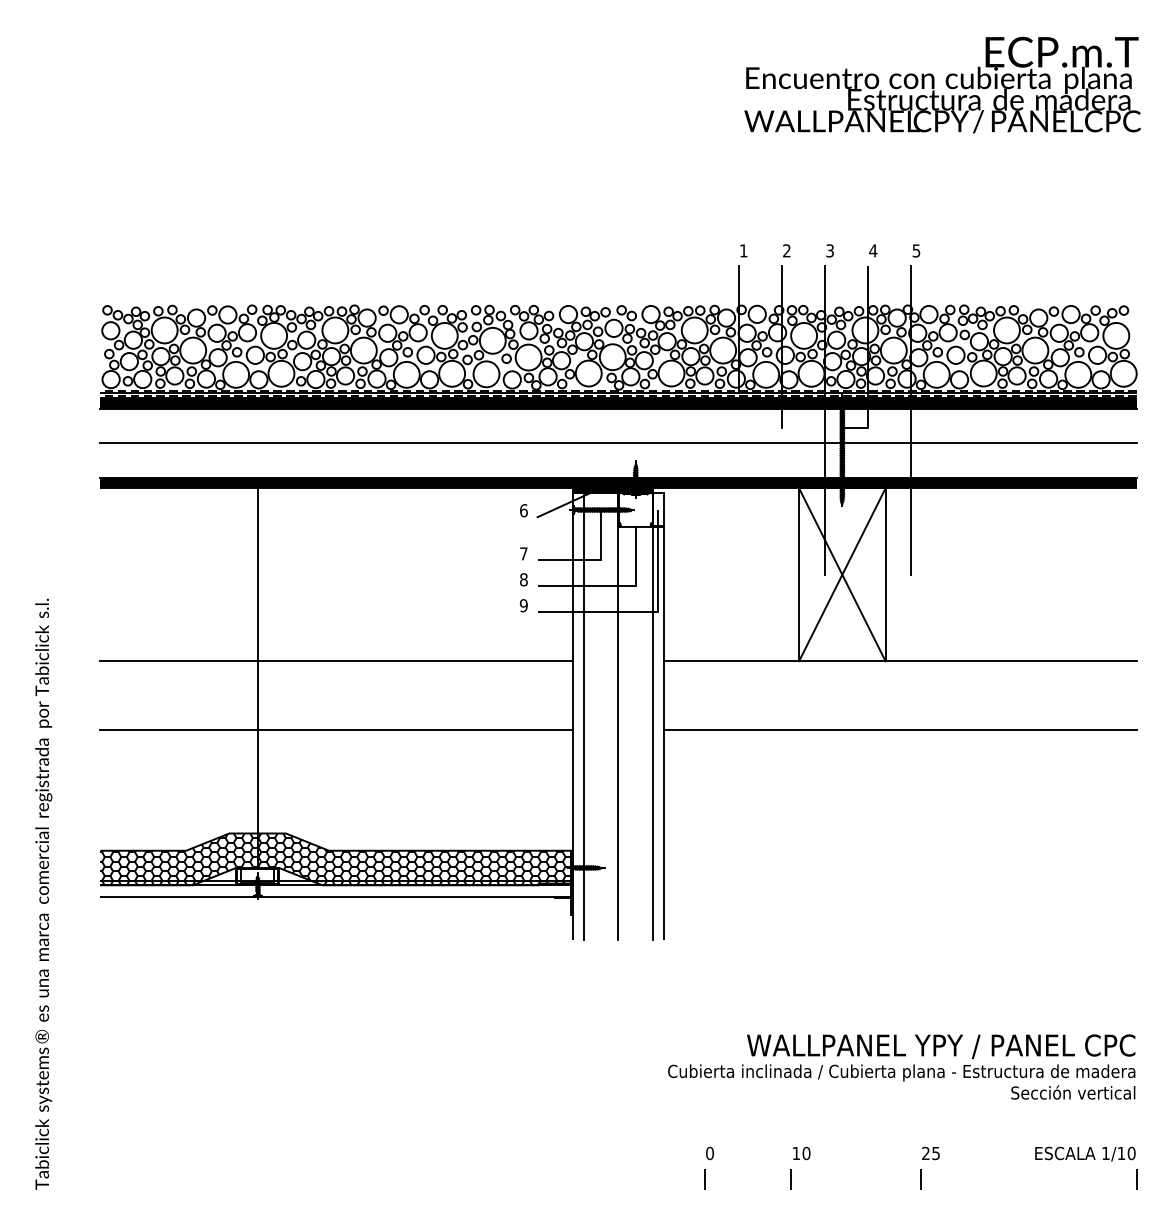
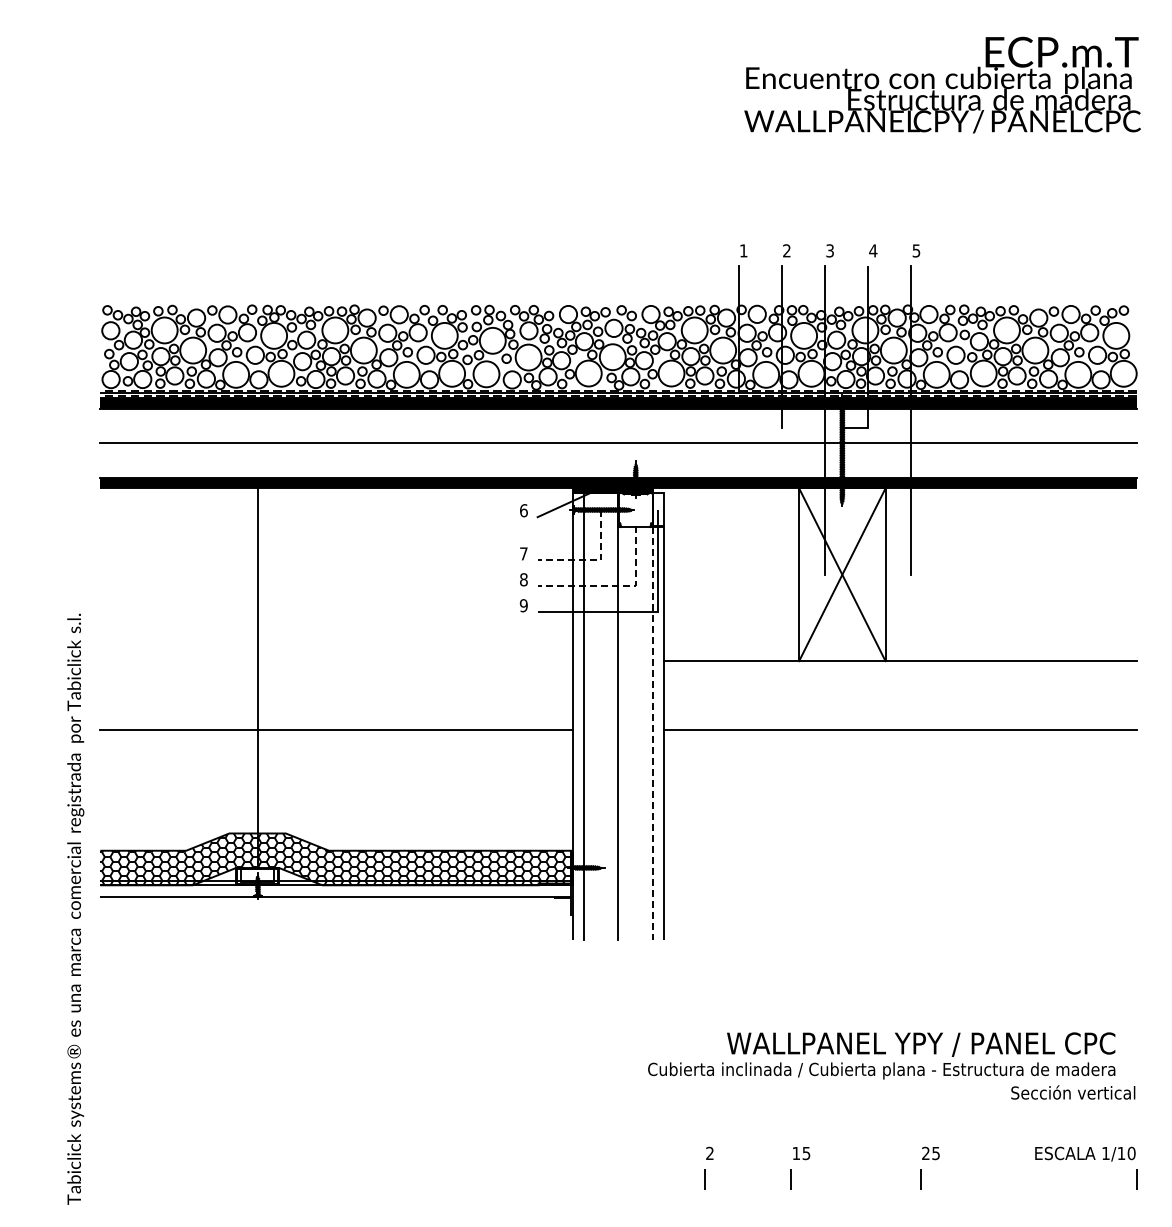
line at (595, 560): solid -> dashed
line at (616, 586): solid -> dashed
line at (336, 661): present -> none
line at (653, 734): solid -> dashed
text at (43, 893) position: (43, 893) -> (75, 908)
text at (901, 1057) position: (901, 1057) -> (881, 1055)
text at (709, 1153): 0 -> 2
text at (806, 1153): 10 -> 15
